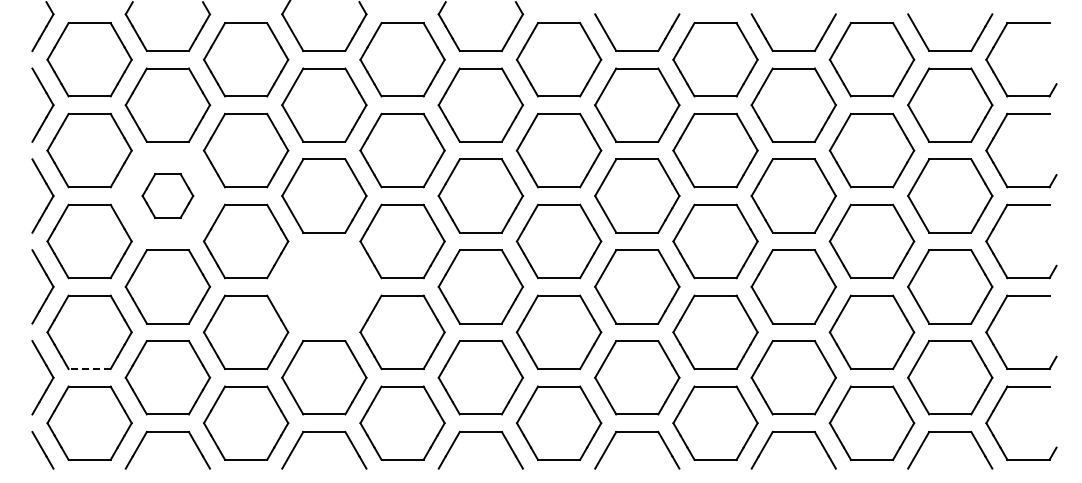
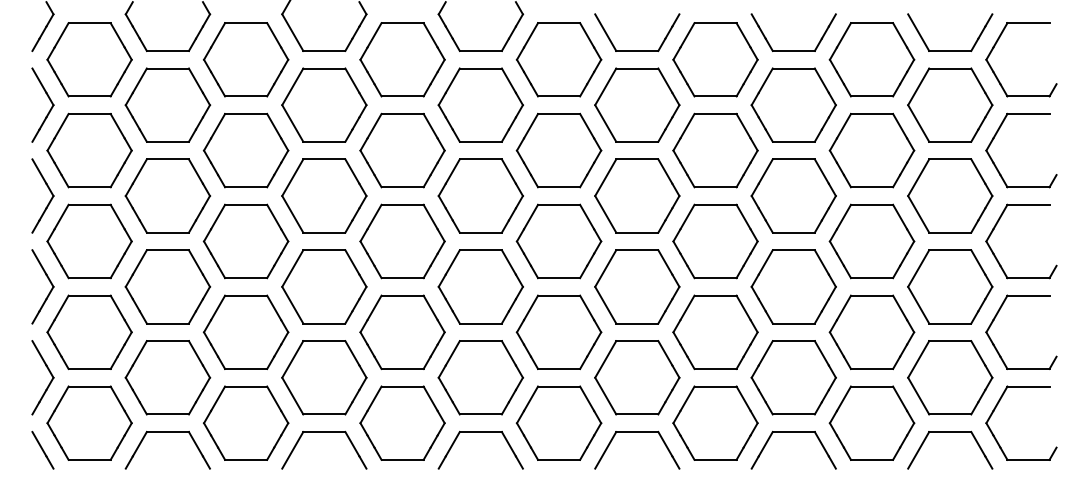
part at (167, 195) size: 54x46 px -> 88x76 px
part at (324, 286): none -> present
line at (89, 369): dashed -> solid
